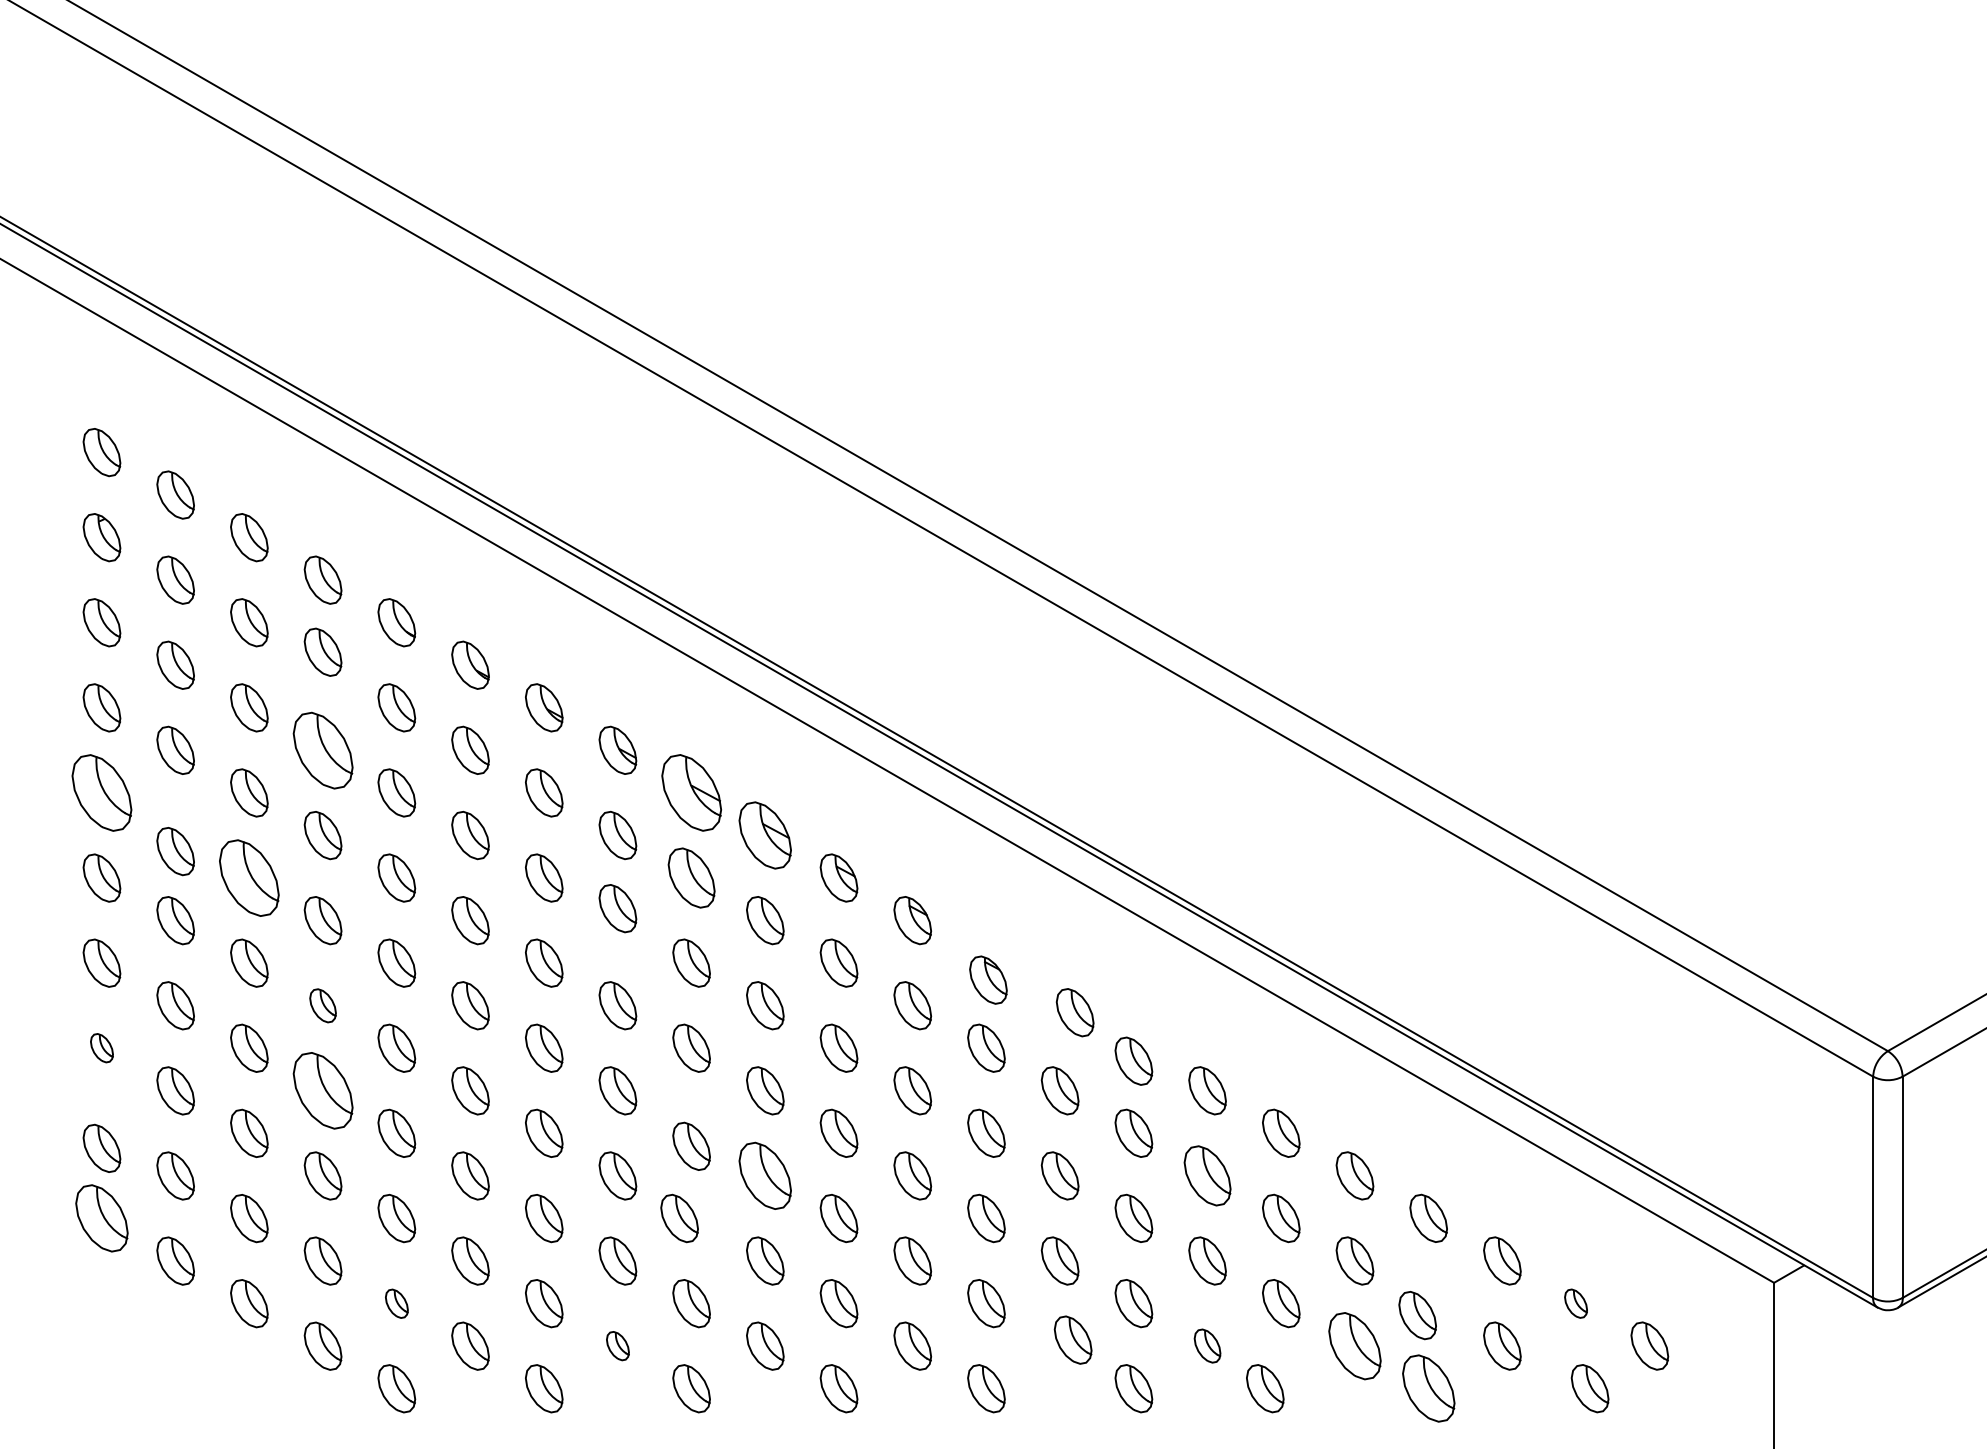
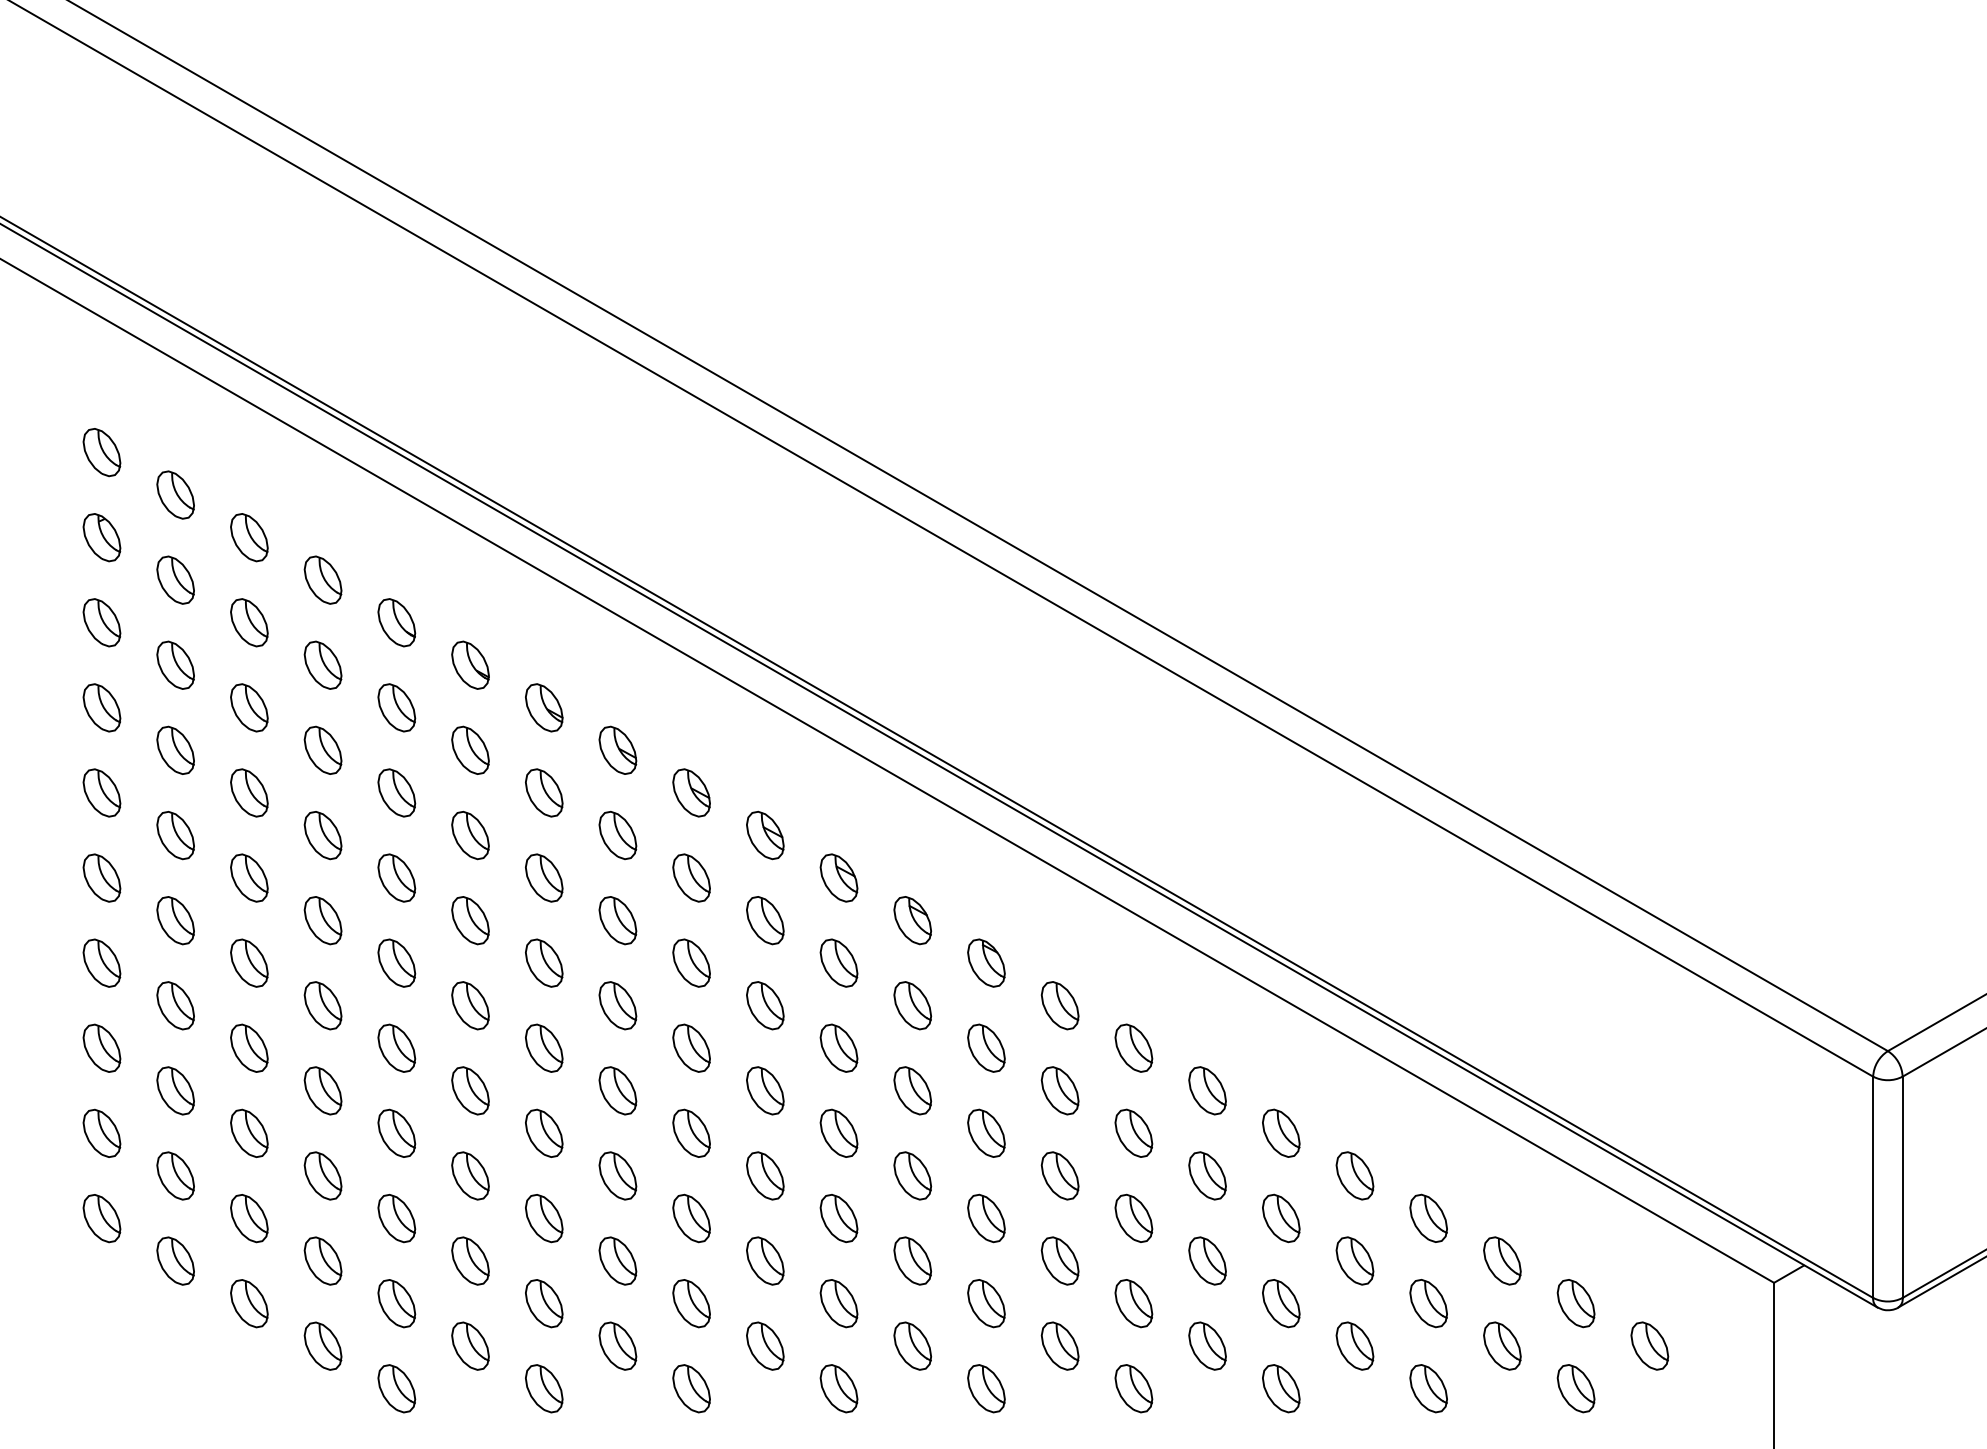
part at (322, 651) position: (322, 651) -> (322, 664)
part at (322, 750) size: 62x79 px -> 40x50 px
part at (101, 792) size: 62x78 px -> 40x50 px
part at (691, 792) size: 61x78 px -> 39x50 px
part at (764, 835) size: 54x69 px -> 39x51 px
part at (175, 851) position: (175, 851) -> (175, 835)
part at (249, 877) size: 61x78 px -> 39x50 px
part at (691, 877) size: 49x62 px -> 39x50 px
part at (617, 908) position: (617, 908) -> (617, 920)
part at (988, 979) position: (988, 979) -> (986, 962)
part at (322, 1005) size: 28x36 px -> 40x50 px
part at (1074, 1012) position: (1074, 1012) -> (1059, 1005)
part at (101, 1048) size: 24x31 px -> 40x50 px
part at (1133, 1060) position: (1133, 1060) -> (1133, 1047)
part at (322, 1090) size: 62x78 px -> 40x50 px
part at (691, 1145) position: (691, 1145) -> (691, 1132)
part at (101, 1147) position: (101, 1147) -> (101, 1132)
part at (764, 1175) size: 54x69 px -> 39x50 px
part at (1207, 1175) size: 49x62 px -> 39x50 px
part at (101, 1218) size: 54x69 px -> 40x50 px
part at (679, 1218) position: (679, 1218) -> (691, 1218)
part at (396, 1303) size: 24x31 px -> 40x50 px
part at (1575, 1303) size: 24x31 px -> 40x50 px
part at (1417, 1315) position: (1417, 1315) -> (1428, 1303)
part at (1072, 1339) position: (1072, 1339) -> (1059, 1345)
part at (1207, 1345) size: 29x36 px -> 39x50 px
part at (617, 1346) size: 24x31 px -> 40x50 px
part at (1354, 1346) size: 54x69 px -> 40x50 px
part at (1265, 1388) position: (1265, 1388) -> (1281, 1388)
part at (1428, 1388) size: 54x69 px -> 39x50 px
part at (1589, 1388) position: (1589, 1388) -> (1575, 1388)
